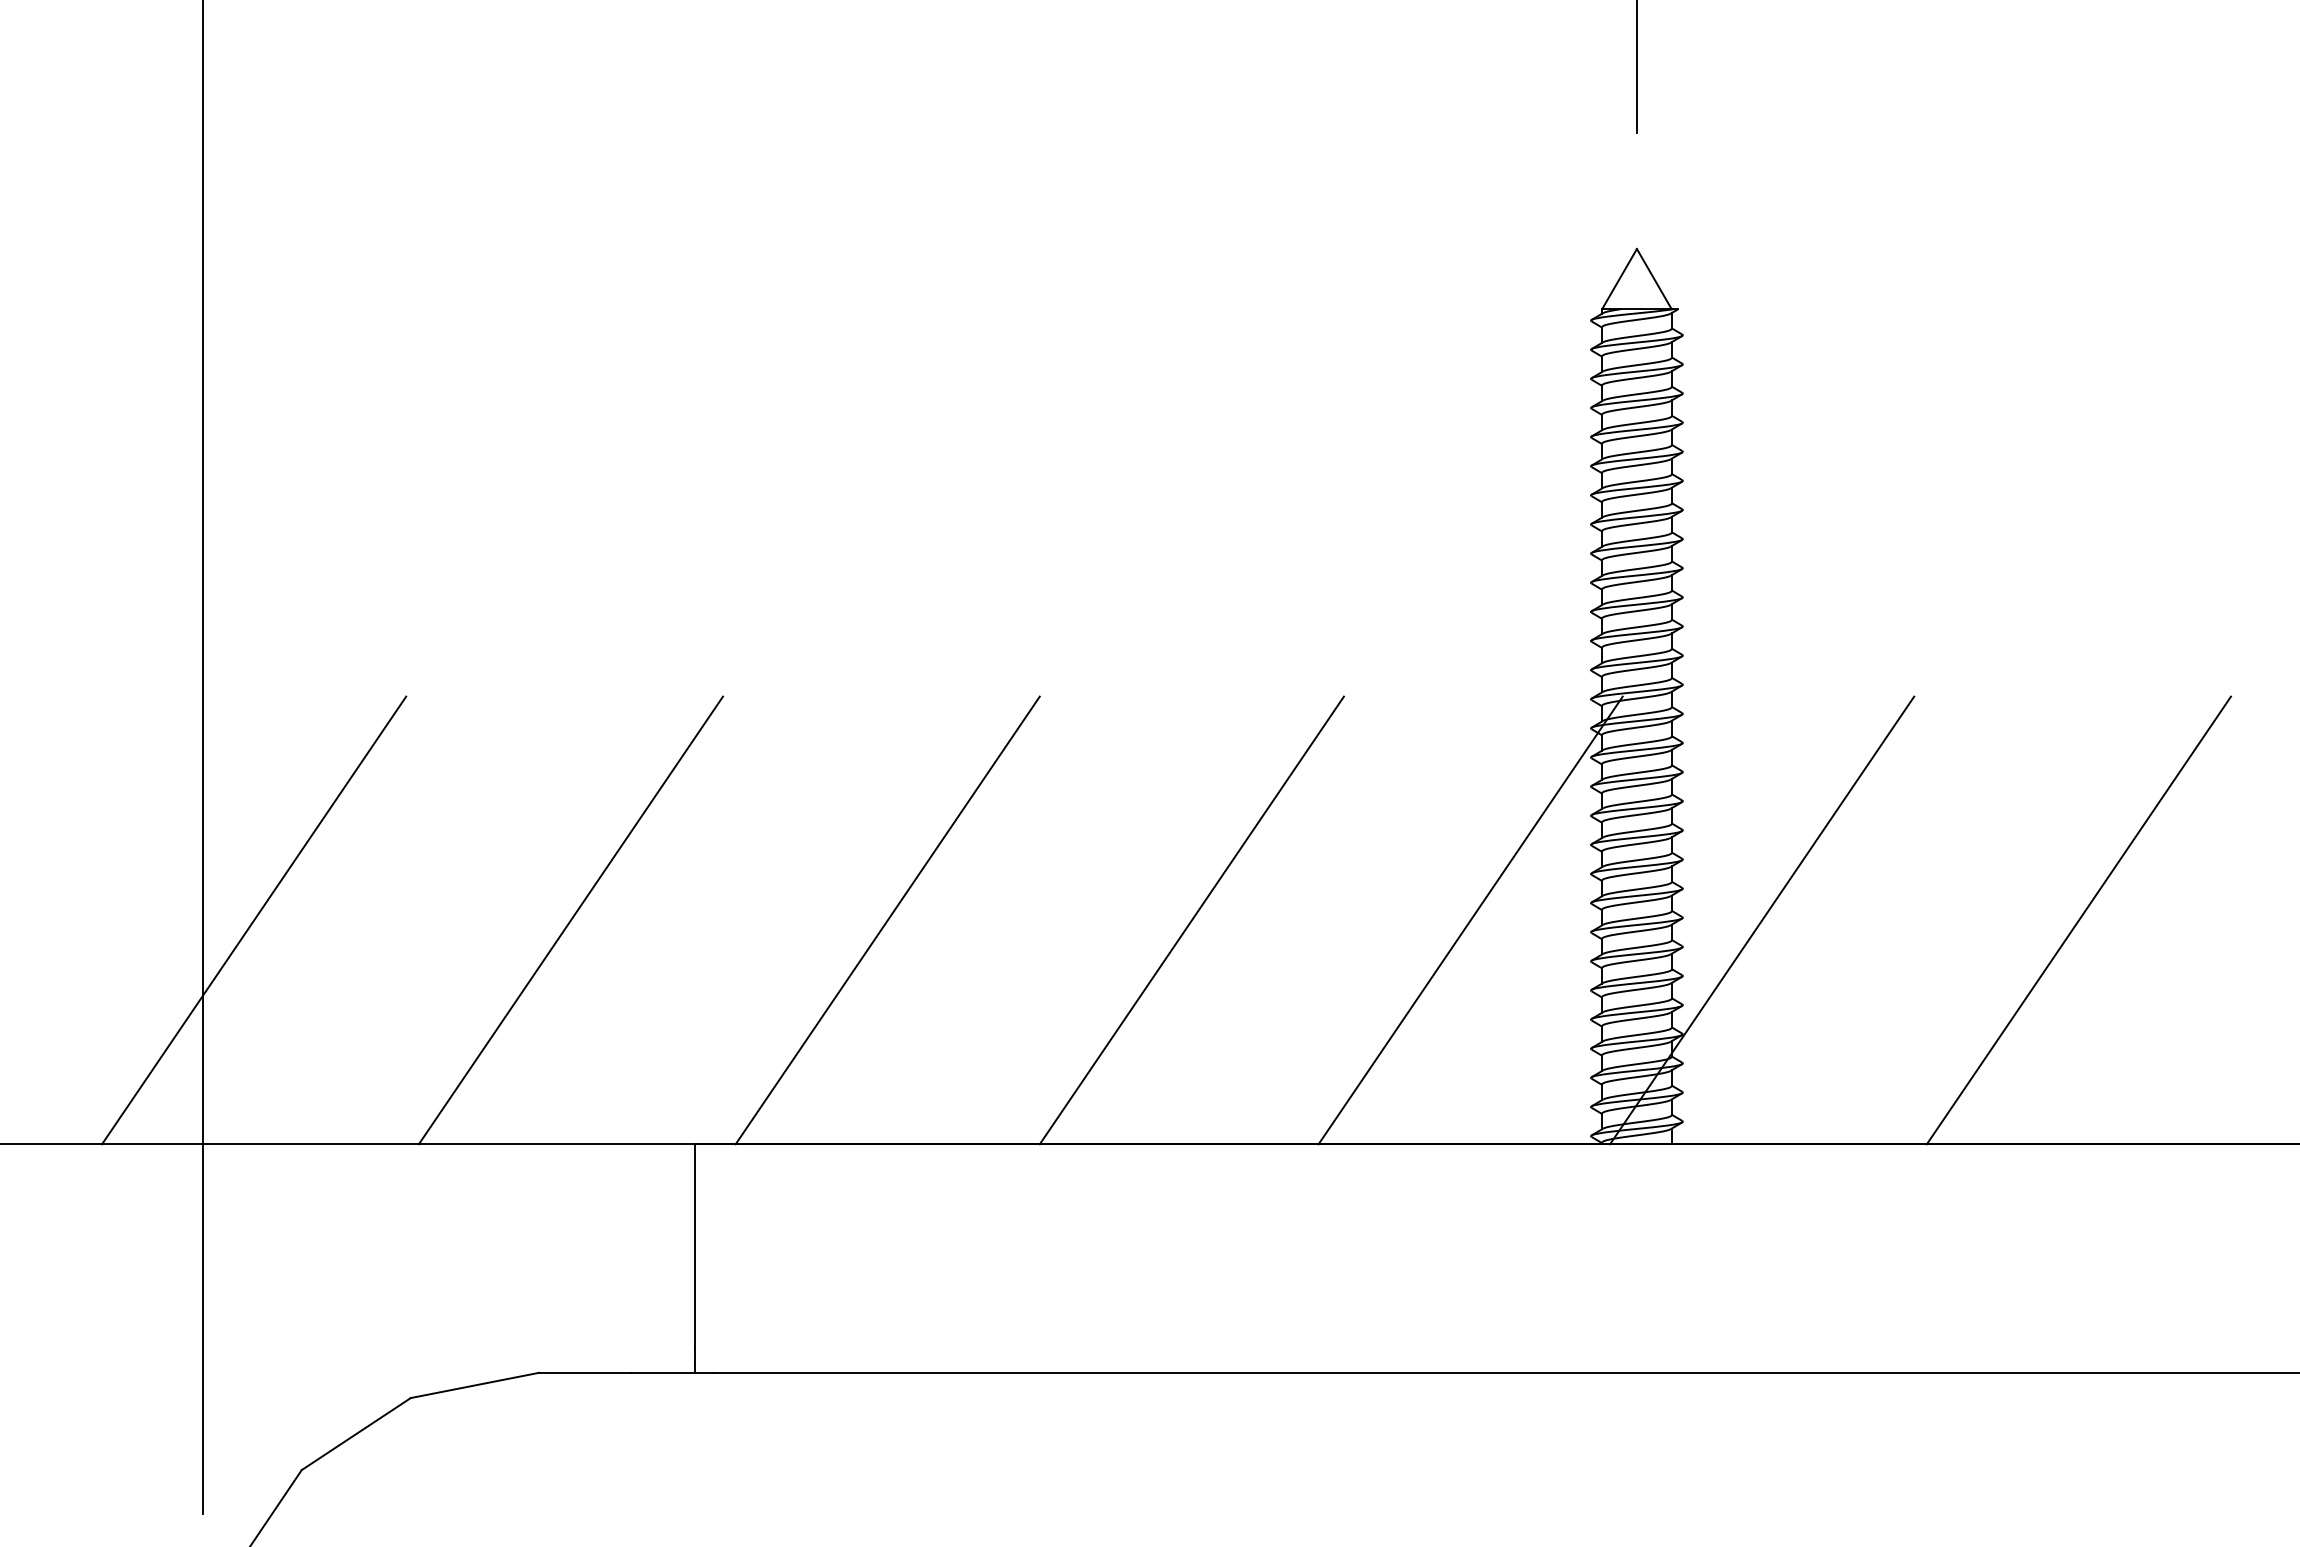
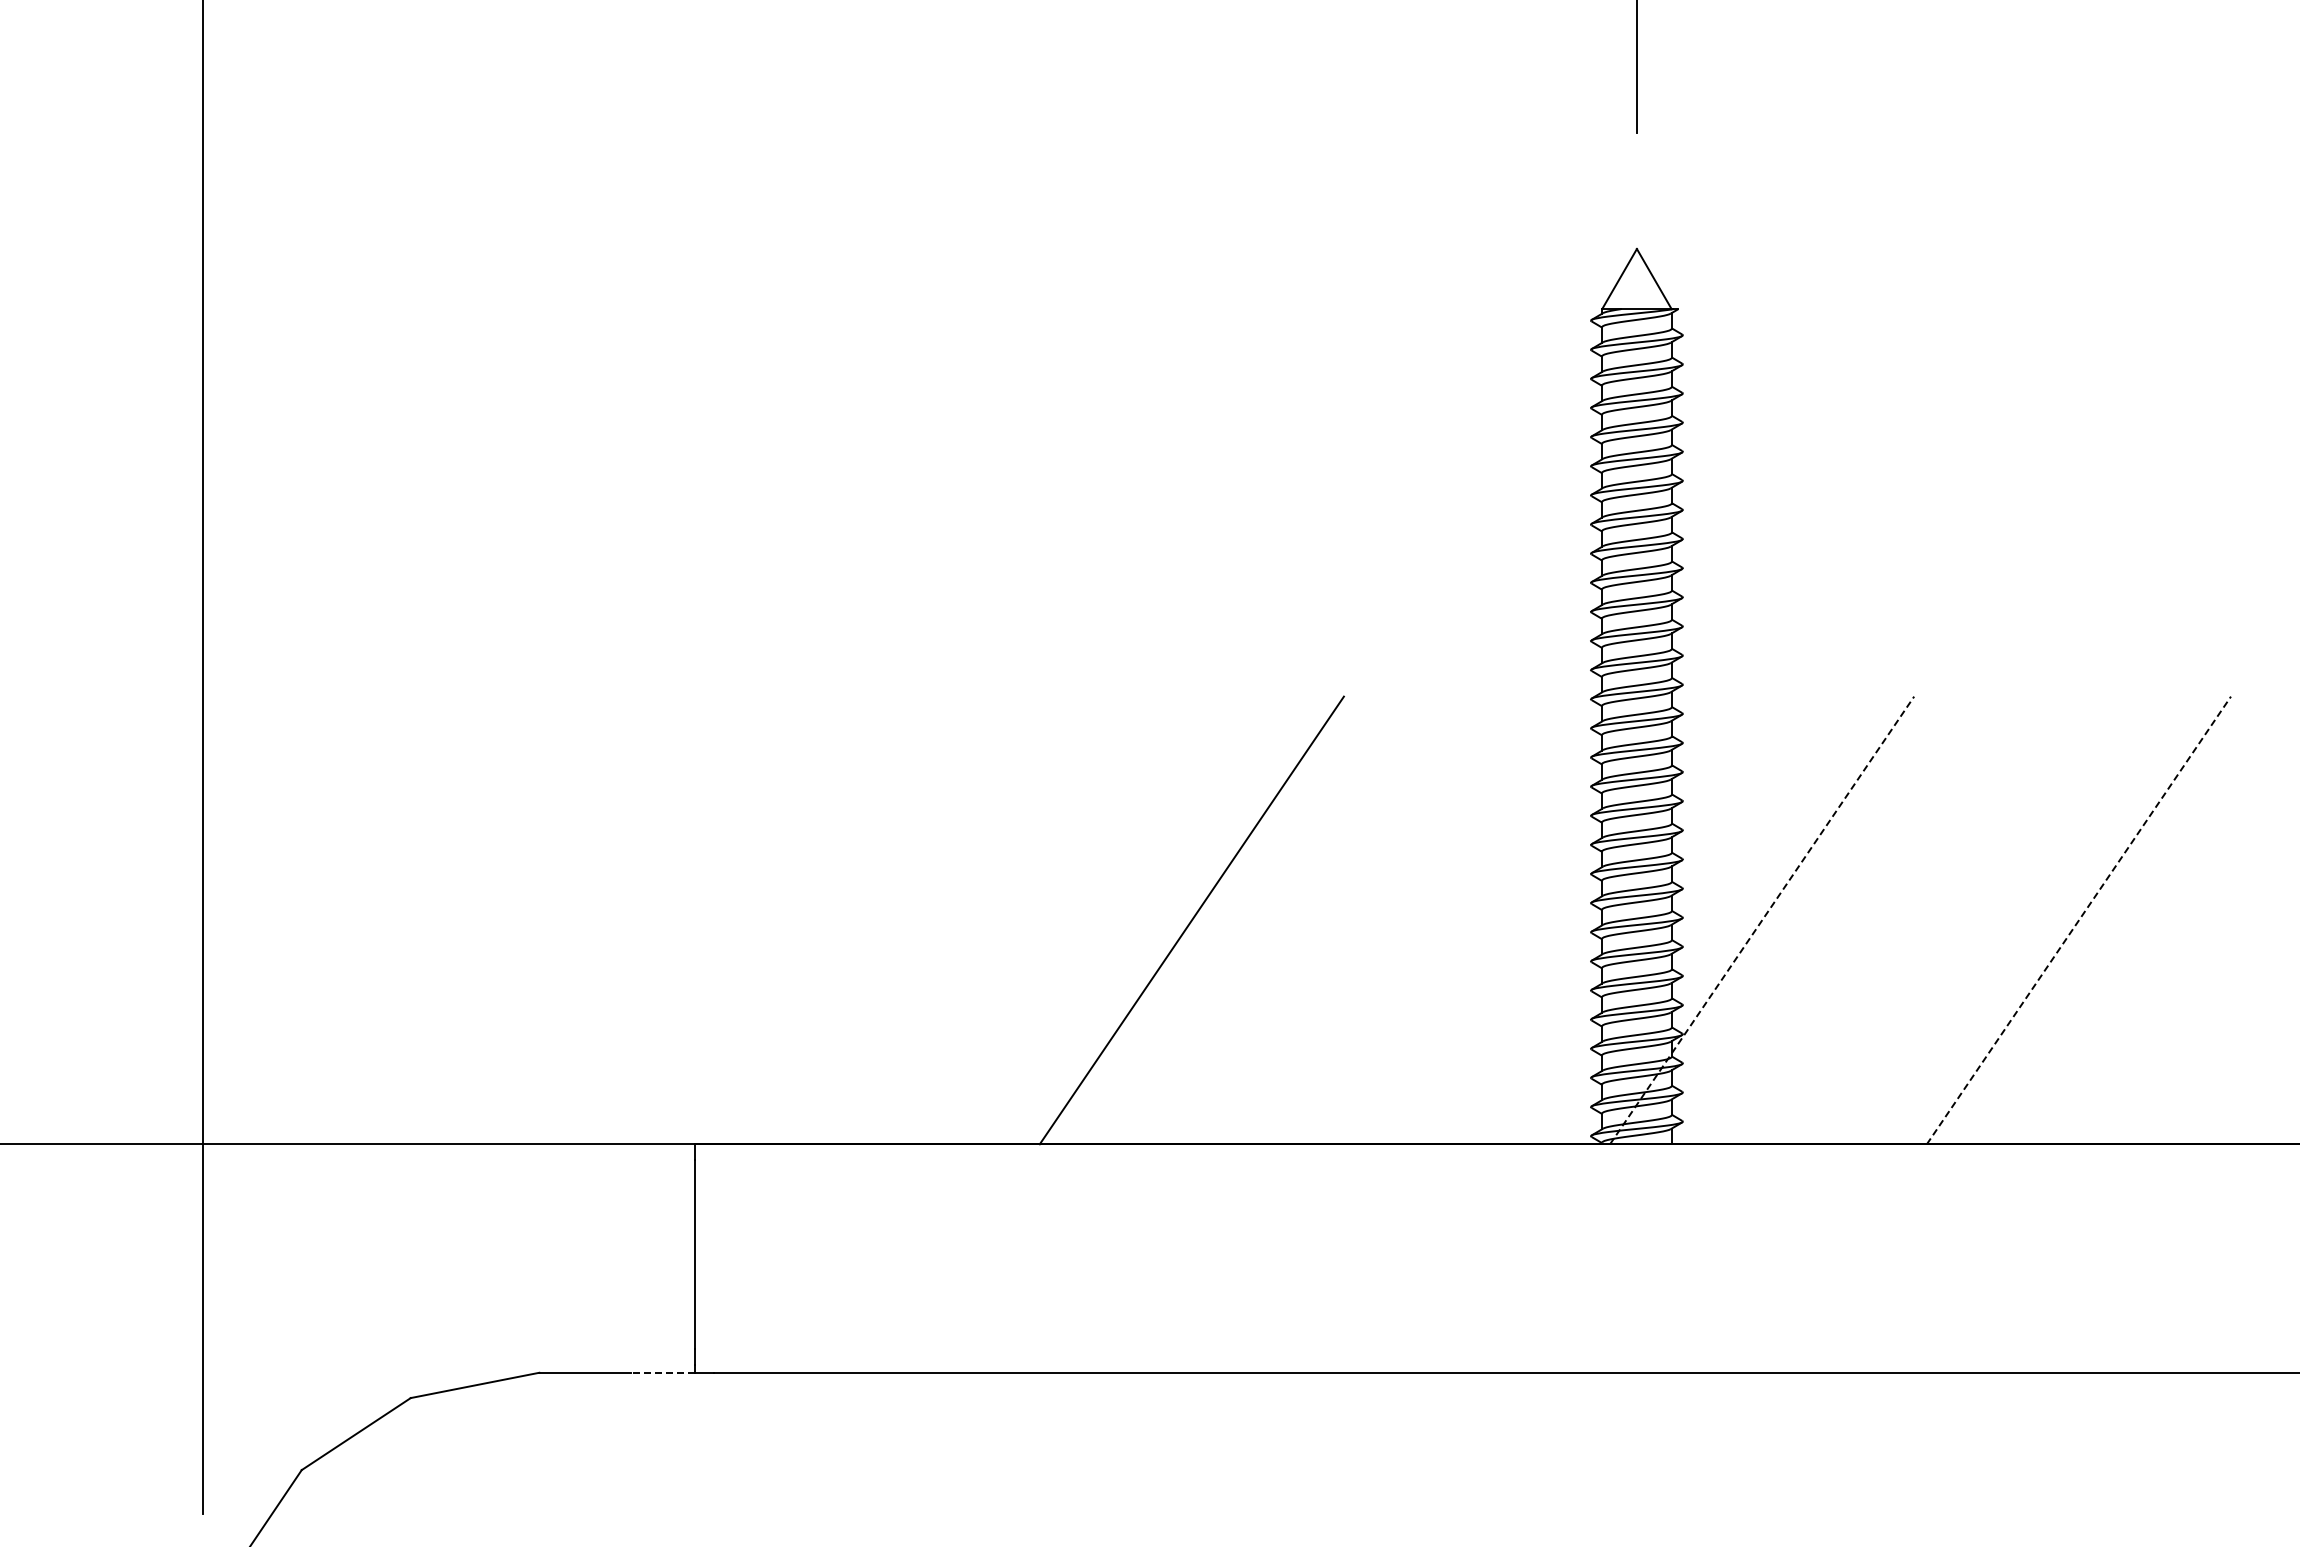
line at (254, 920): present -> none
line at (570, 920): present -> none
line at (887, 920): present -> none
line at (1470, 920): present -> none
line at (1762, 920): solid -> dashed
line at (2078, 920): solid -> dashed
line at (662, 1372): solid -> dashed
